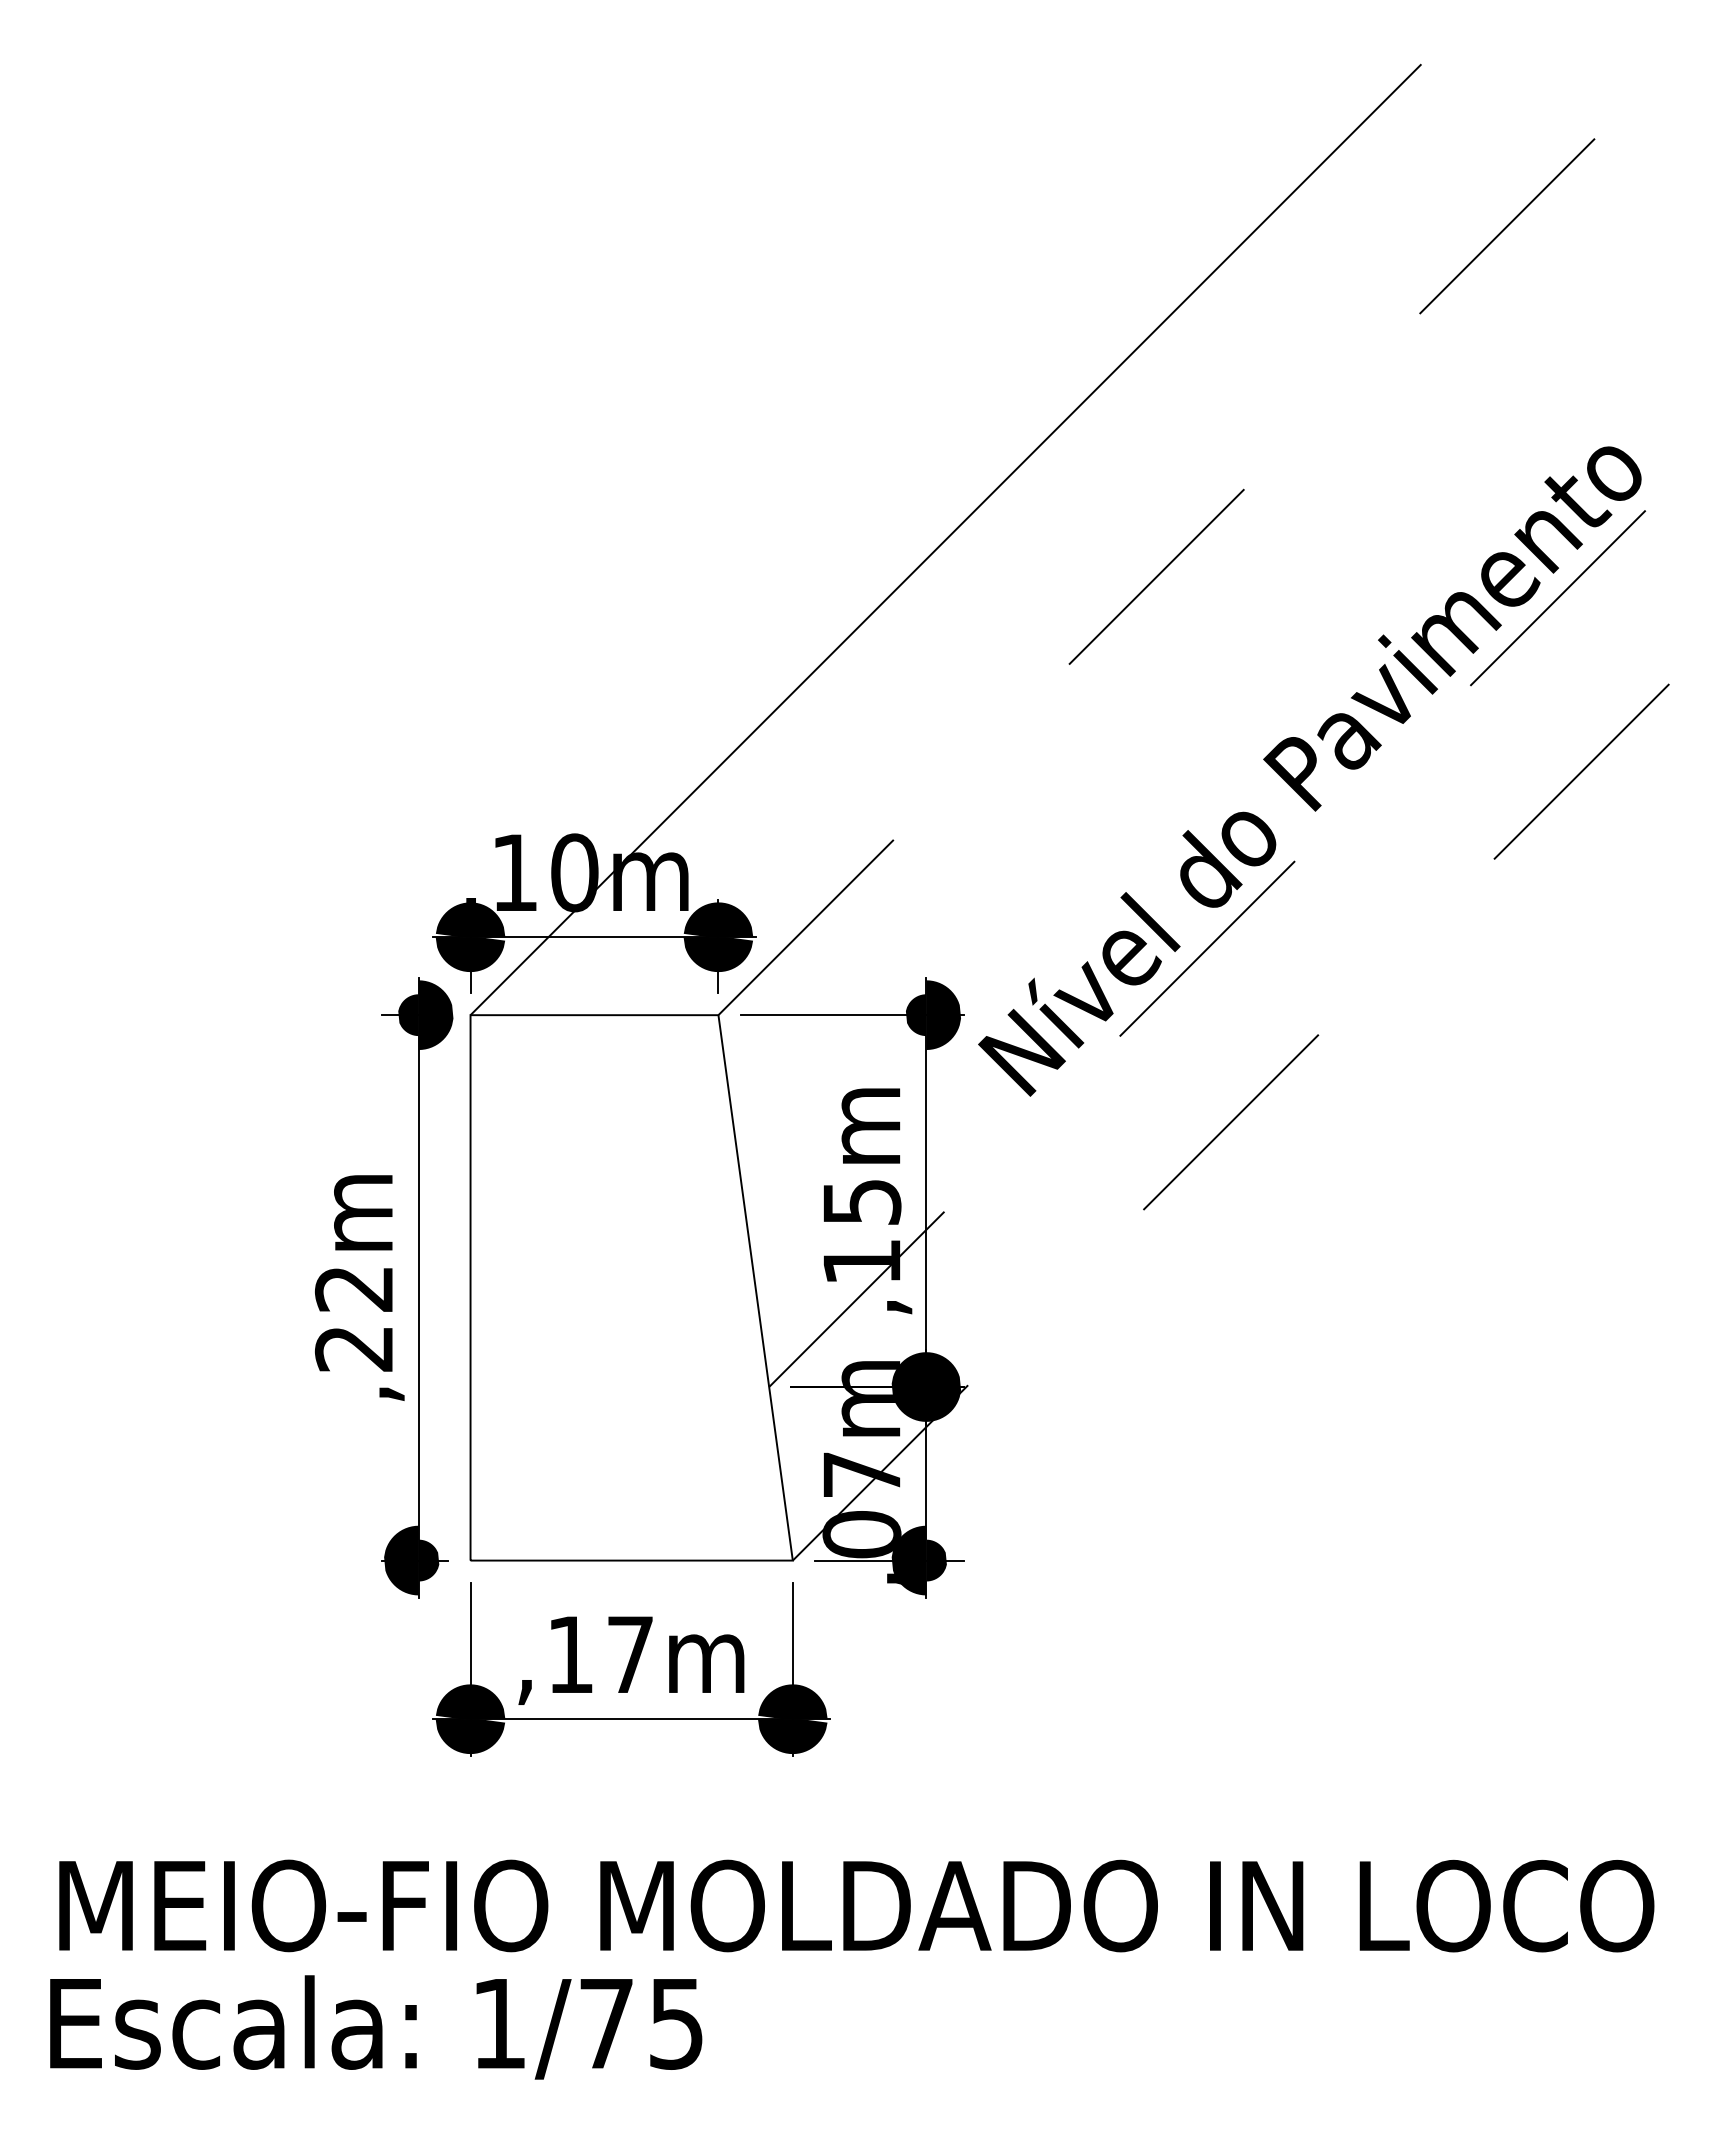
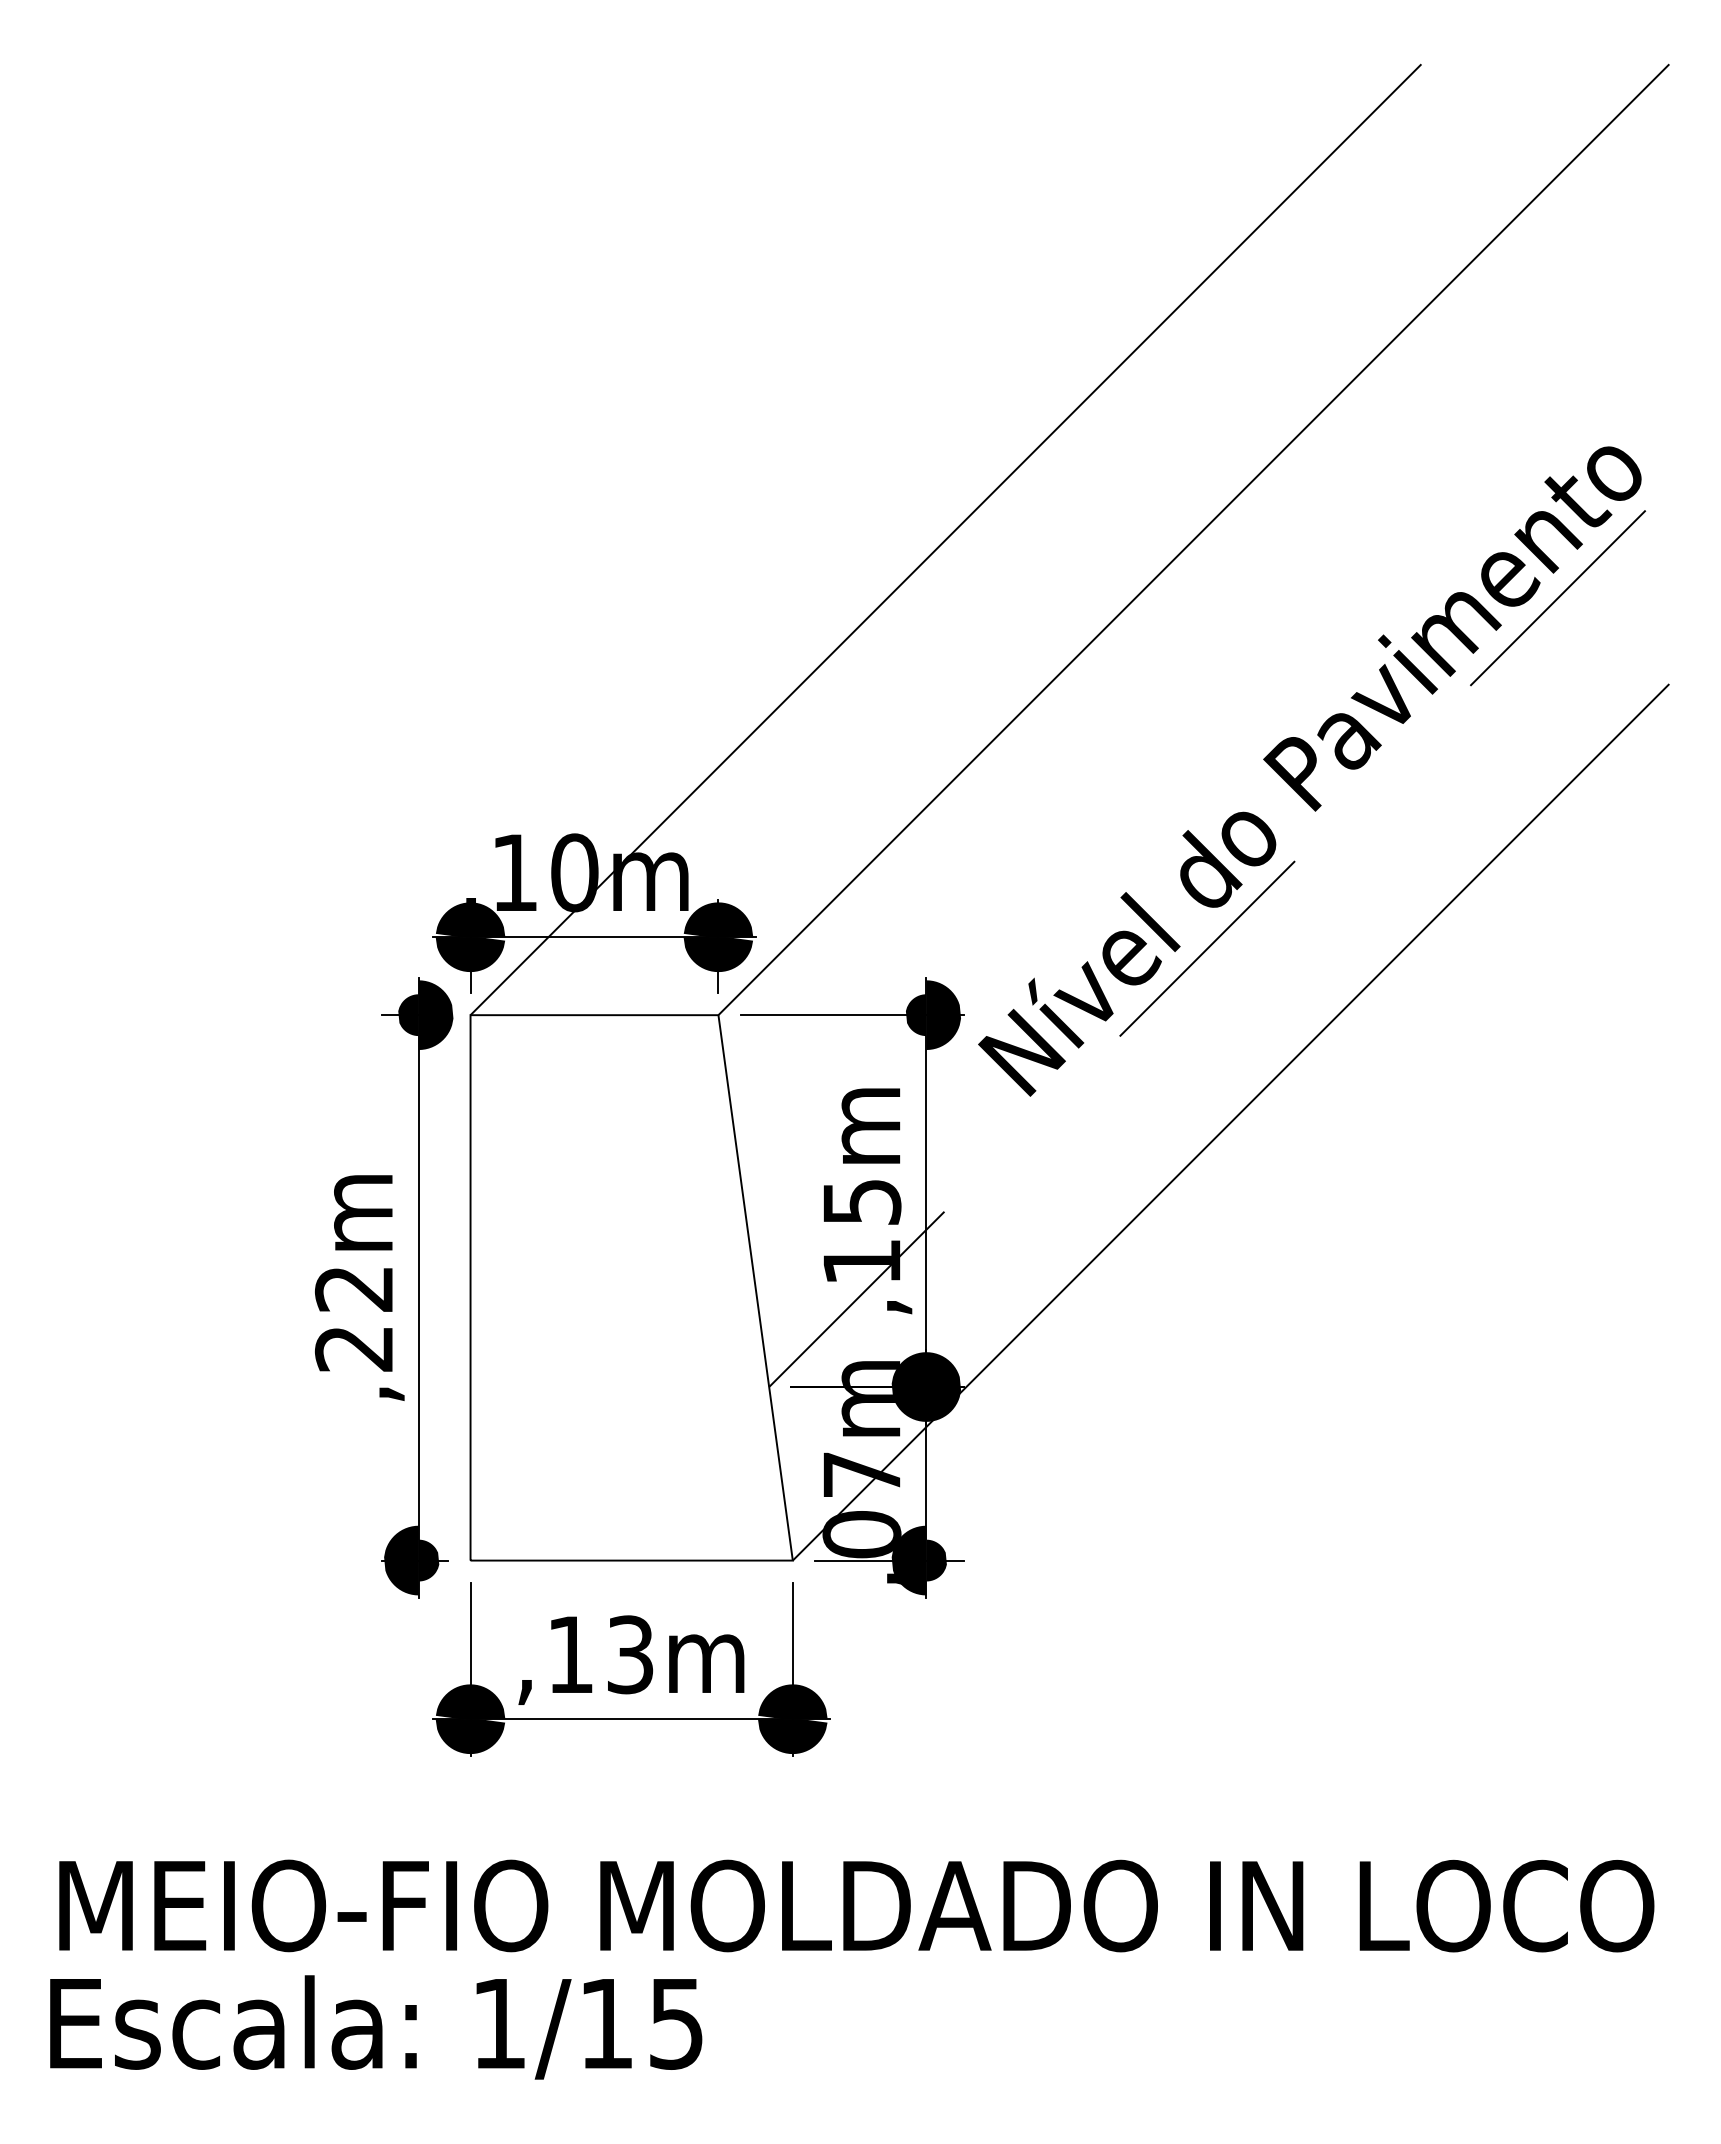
line at (1194, 539): dashed -> solid
line at (1231, 1122): dashed -> solid
text at (630, 1654): ,17m -> ,13m
text at (606, 2023): 1/75 -> 1/15
